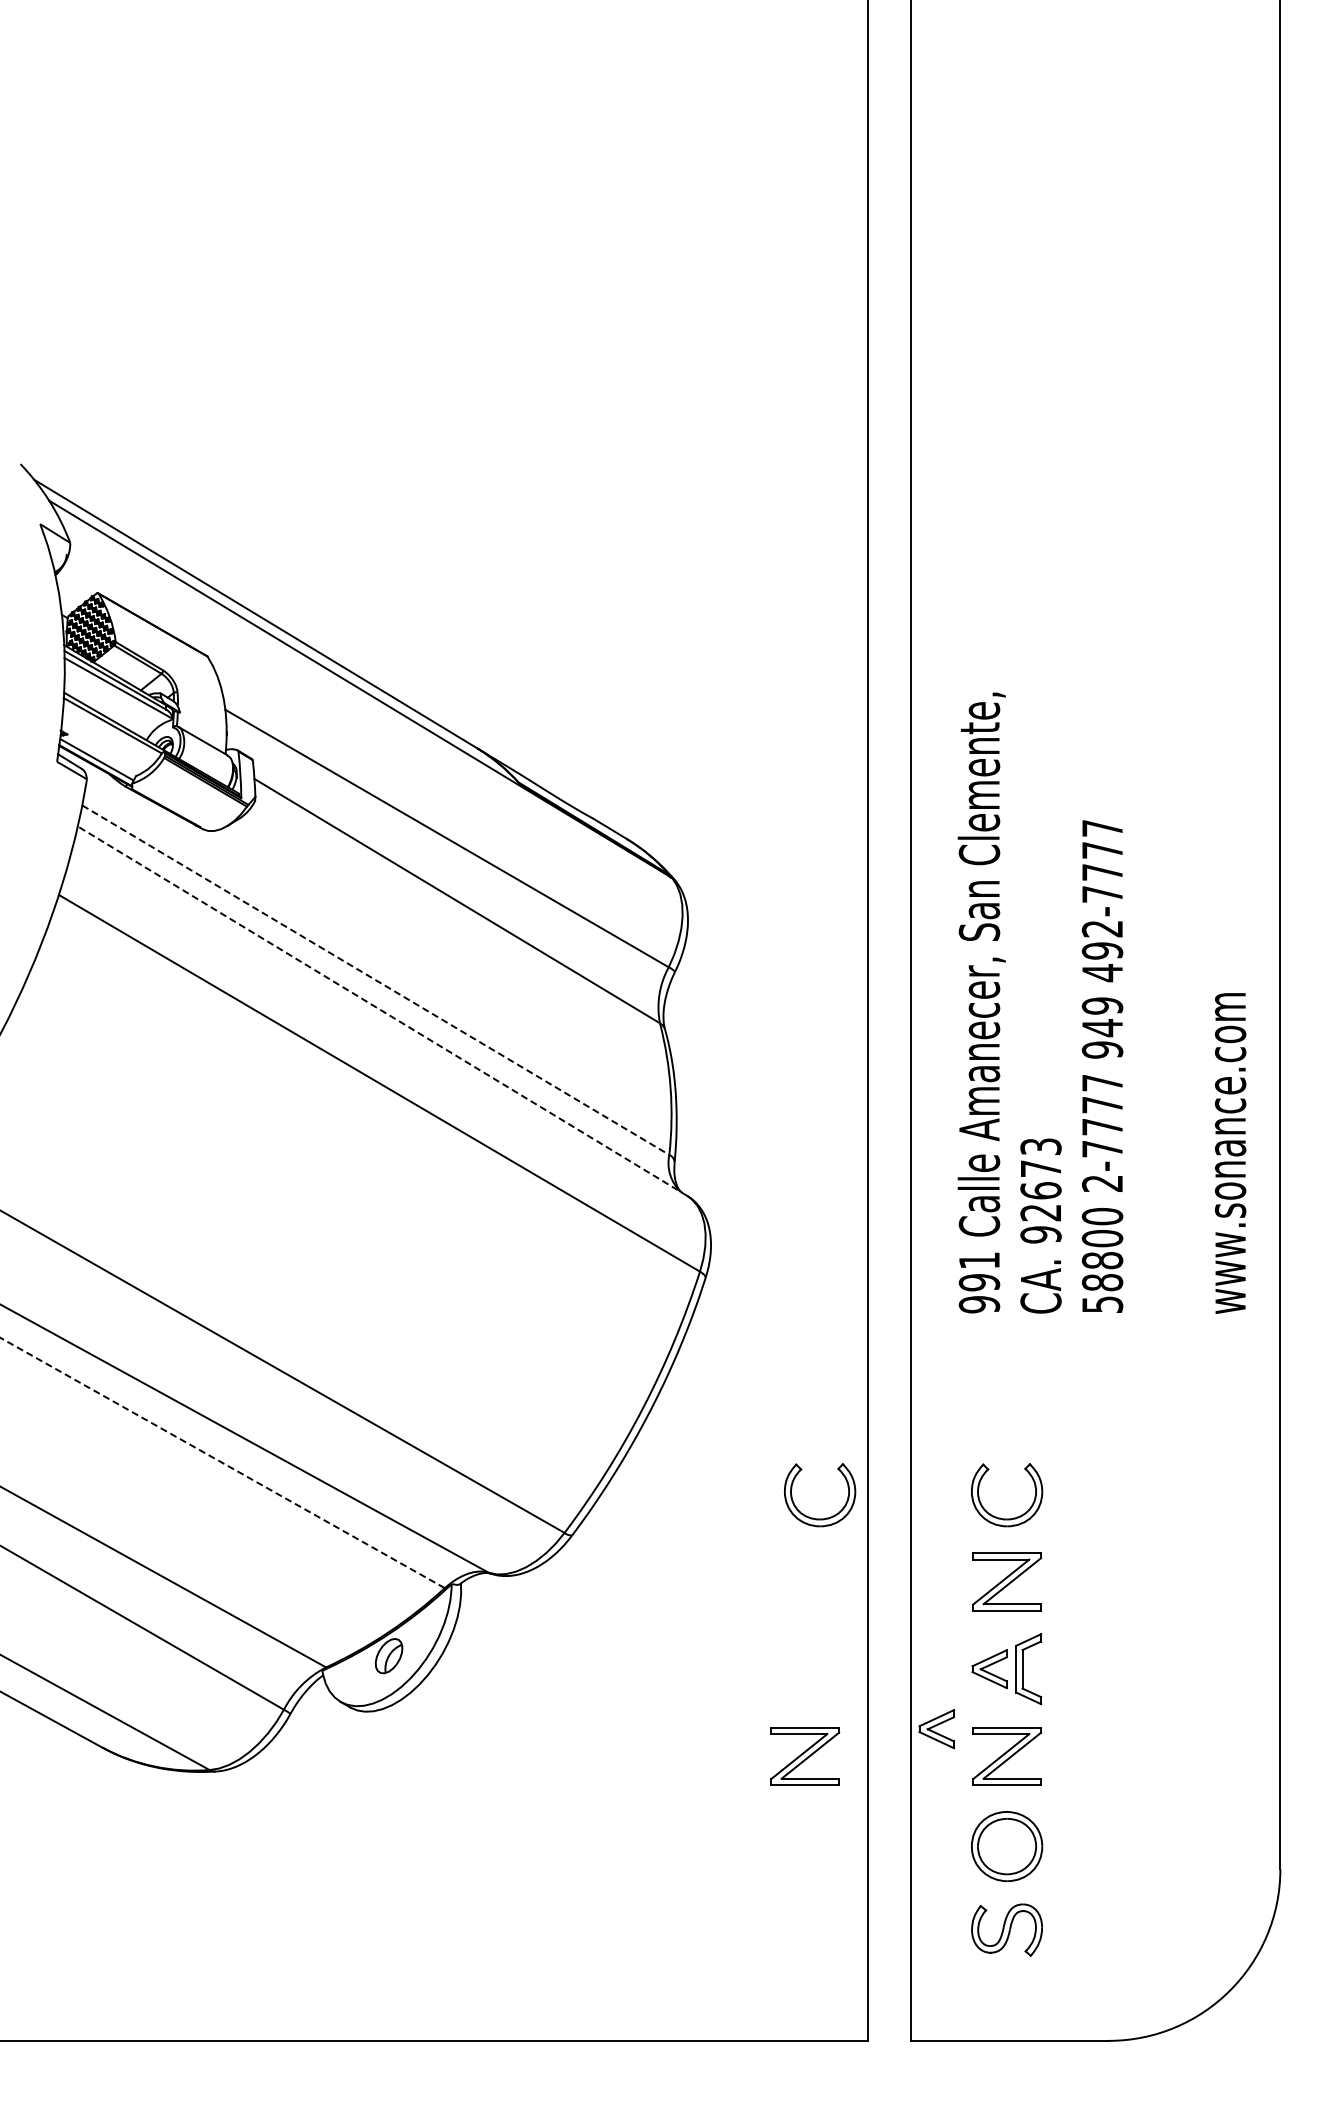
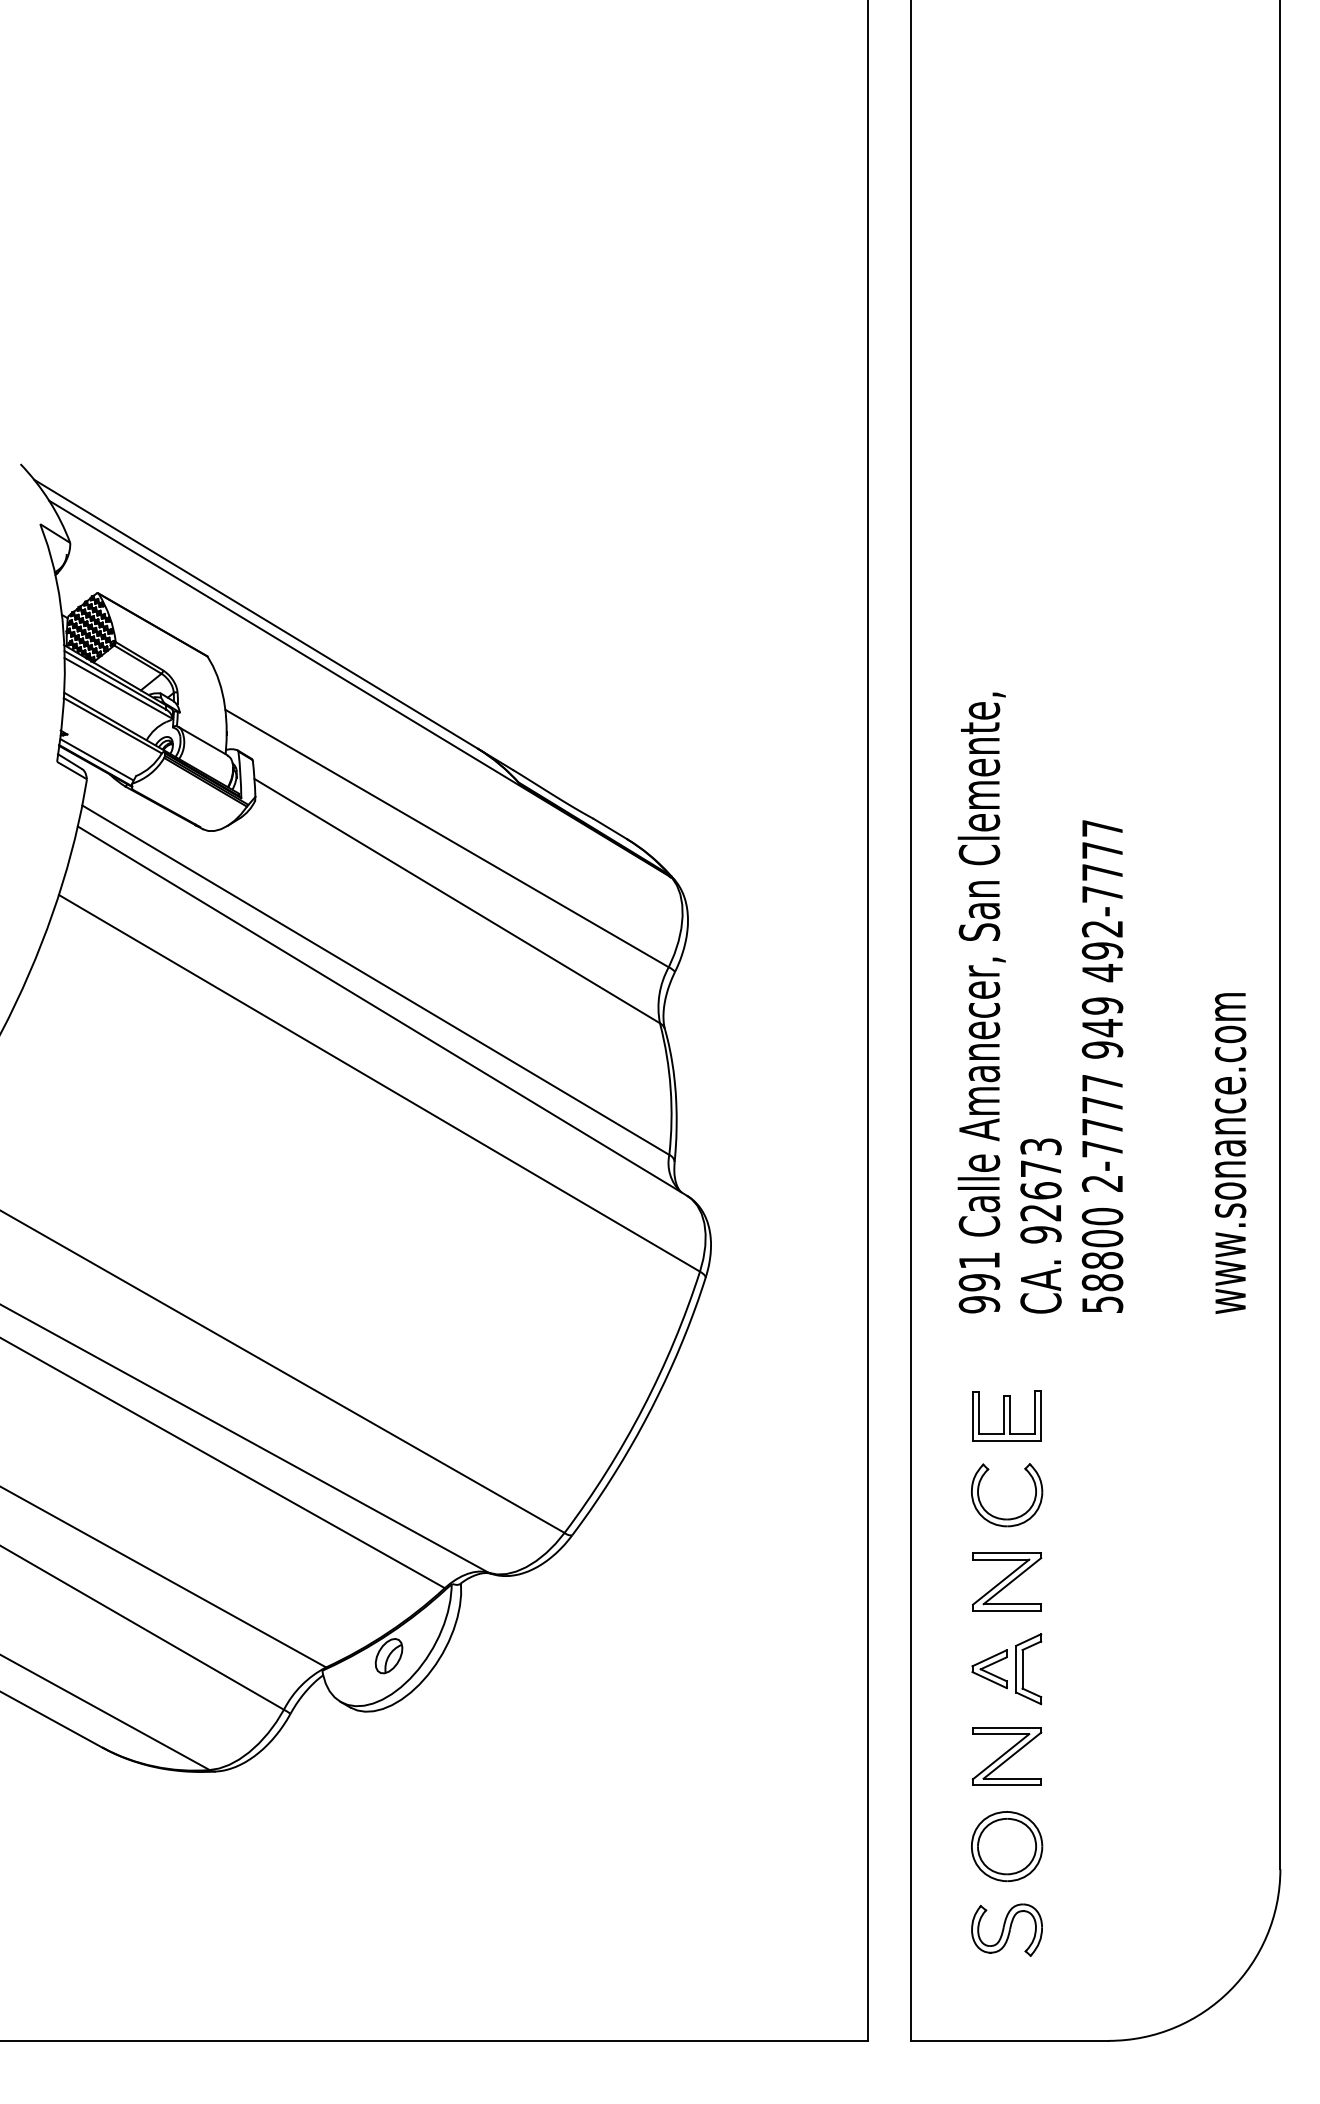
line at (375, 980): dashed -> solid
line at (382, 1010): dashed -> solid
part at (1006, 1415): none -> present
line at (222, 1463): dashed -> solid
part at (826, 1517): present -> none
part at (936, 1729): present -> none
part at (805, 1756): present -> none
